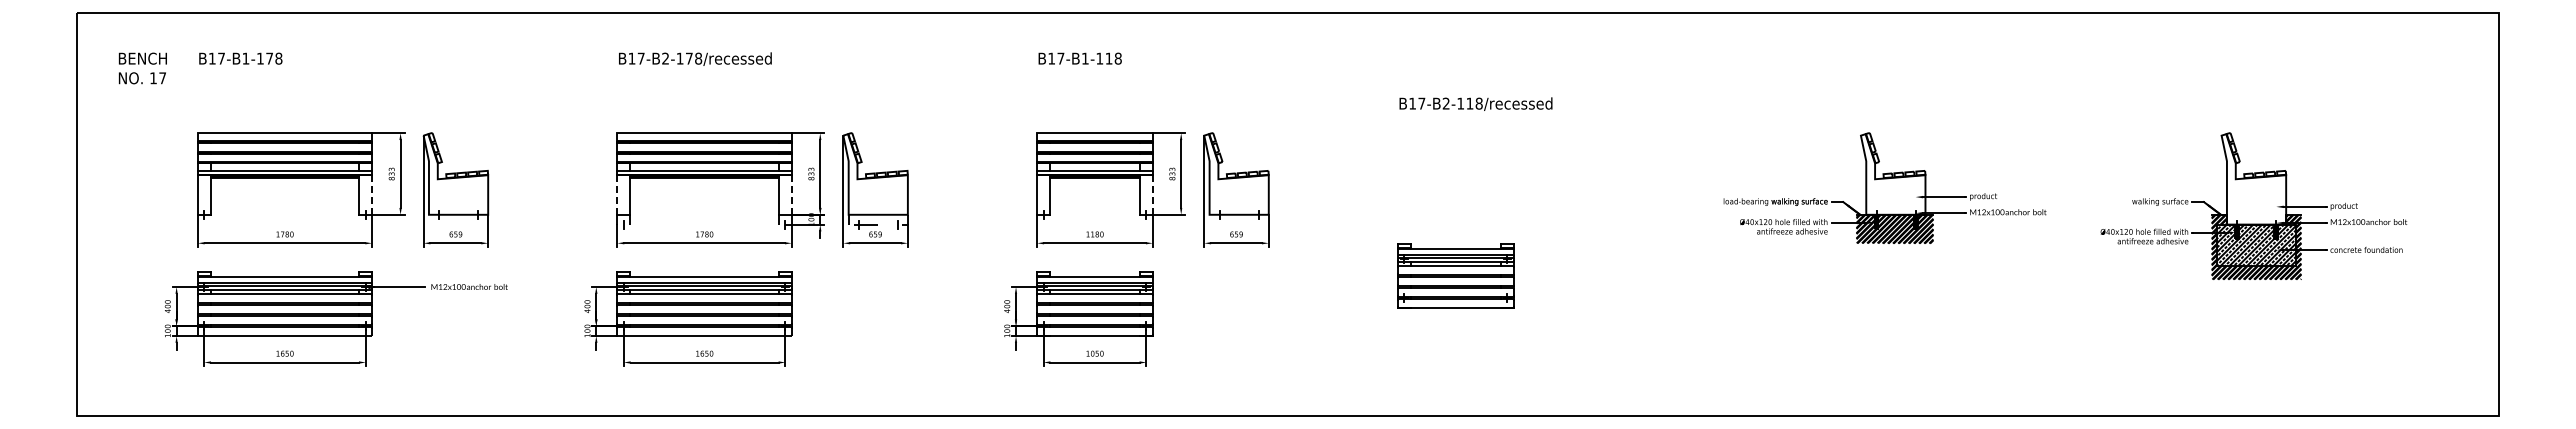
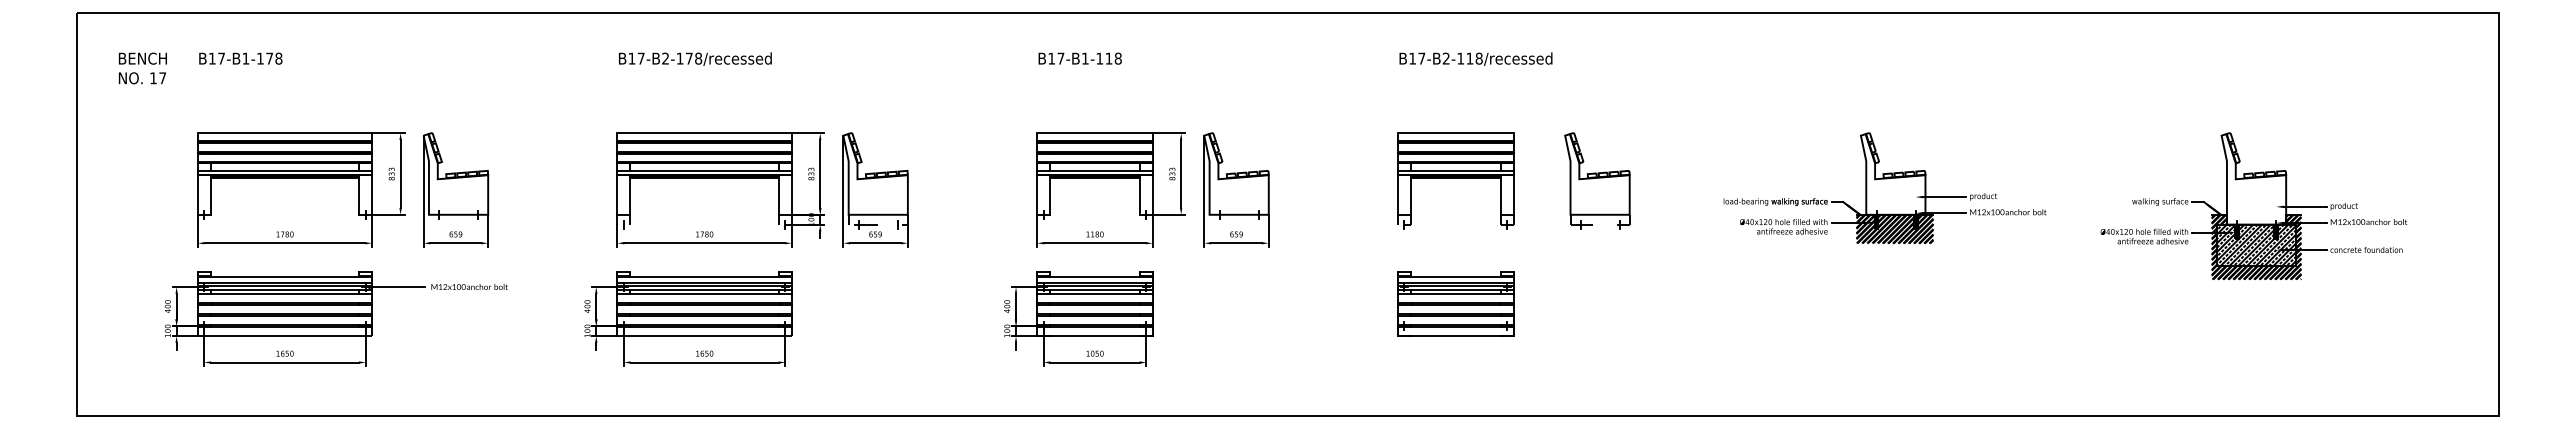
text at (1475, 103) position: (1475, 103) -> (1475, 58)
part at (1455, 180): none -> present
part at (1597, 180): none -> present
line at (372, 195): dashed -> solid
line at (617, 195): dashed -> solid
line at (791, 195): dashed -> solid
line at (1152, 195): dashed -> solid
part at (1455, 275) position: (1455, 275) -> (1455, 303)
